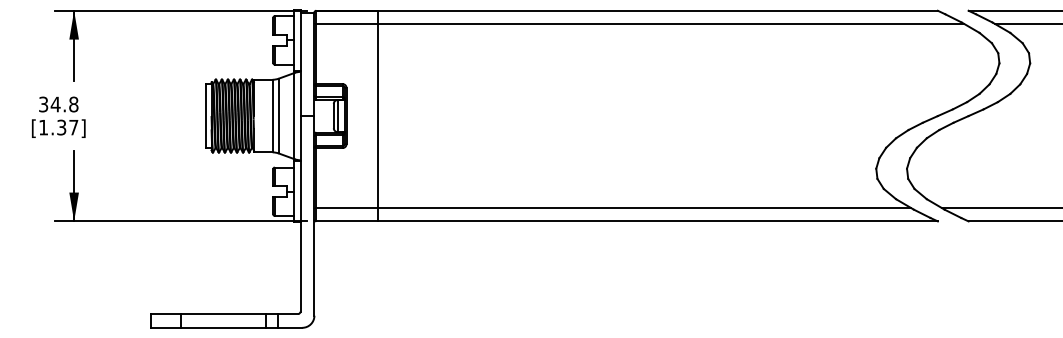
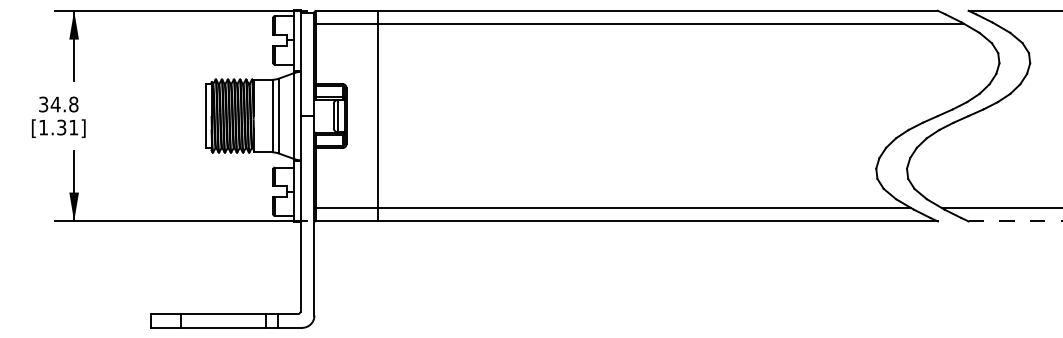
line at (1027, 24): present -> none
text at (73, 127): [1.37] -> [1.31]
line at (1015, 221): solid -> dashed
